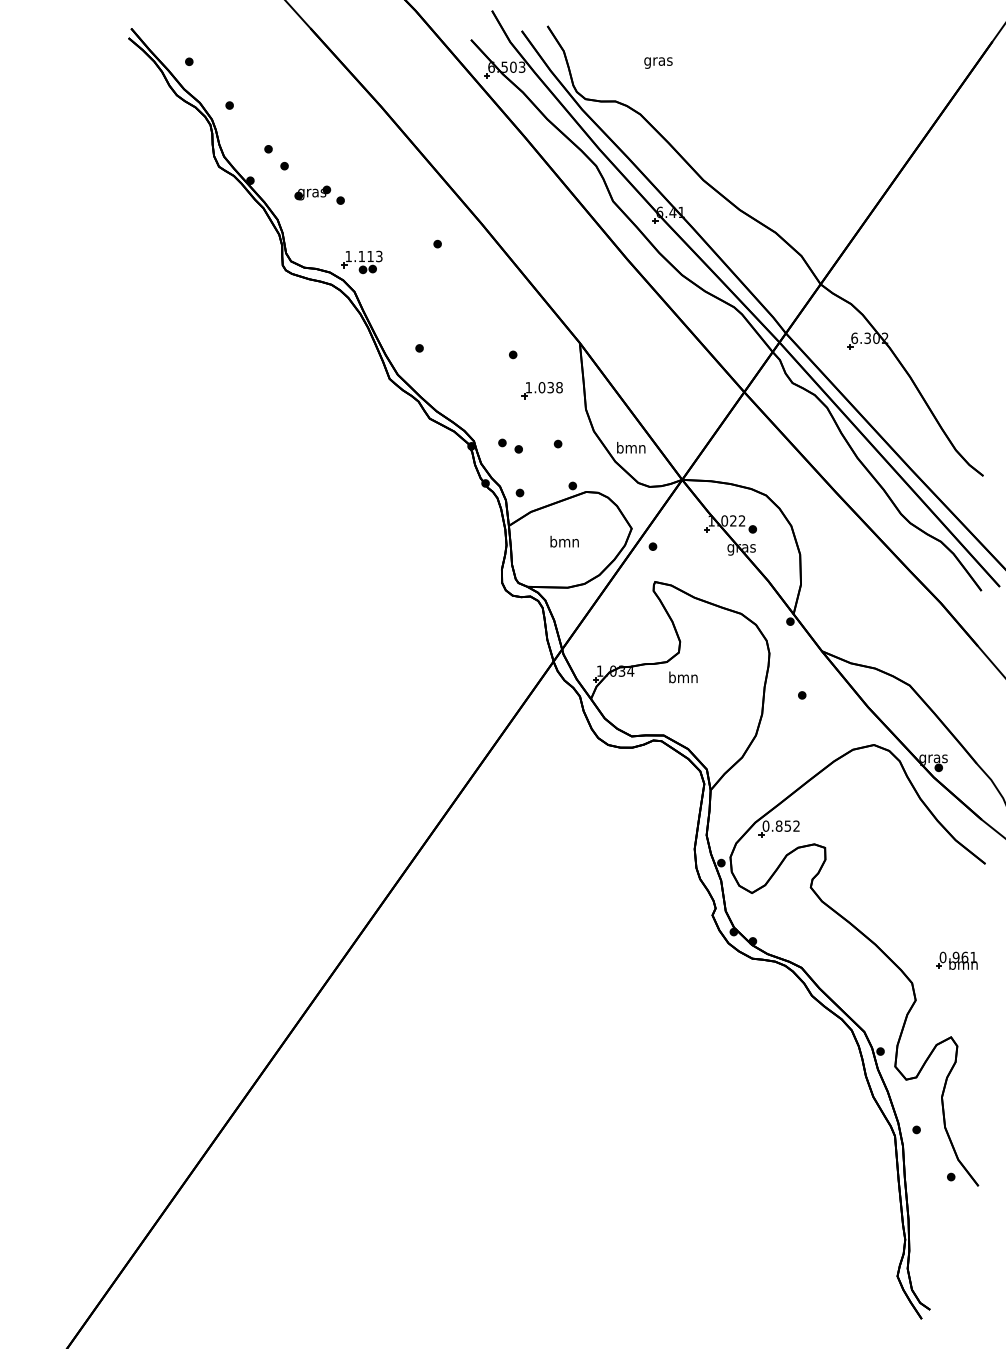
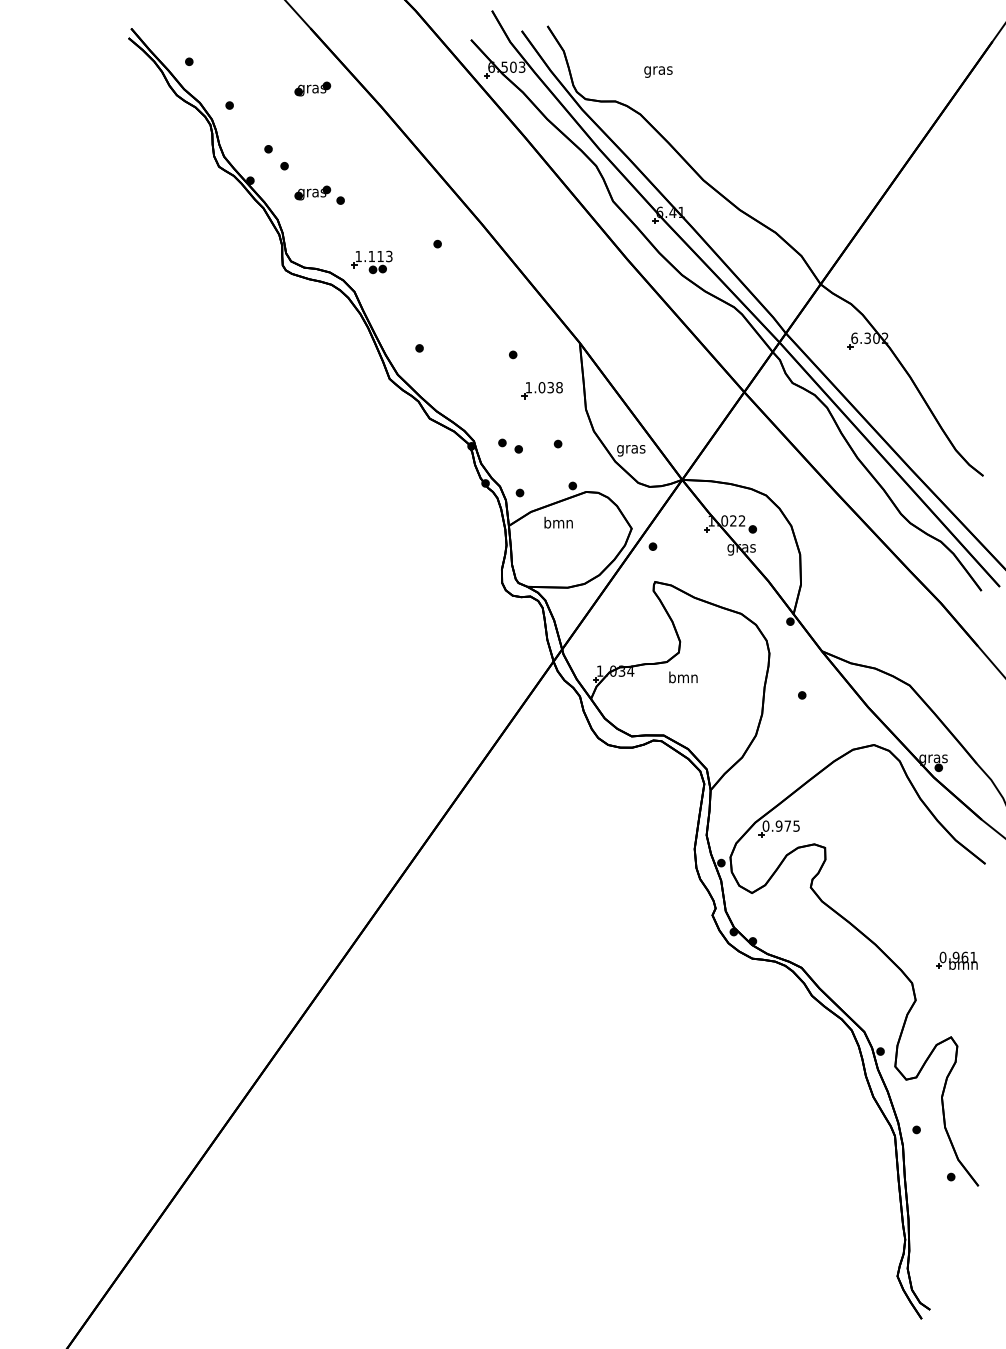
text at (658, 62) position: (658, 62) -> (658, 71)
part at (312, 88): none -> present
part at (361, 262) position: (361, 262) -> (371, 262)
text at (631, 448): bmn -> gras
text at (564, 541) position: (564, 541) -> (558, 522)
text at (787, 825): 0.852 -> 0.975
